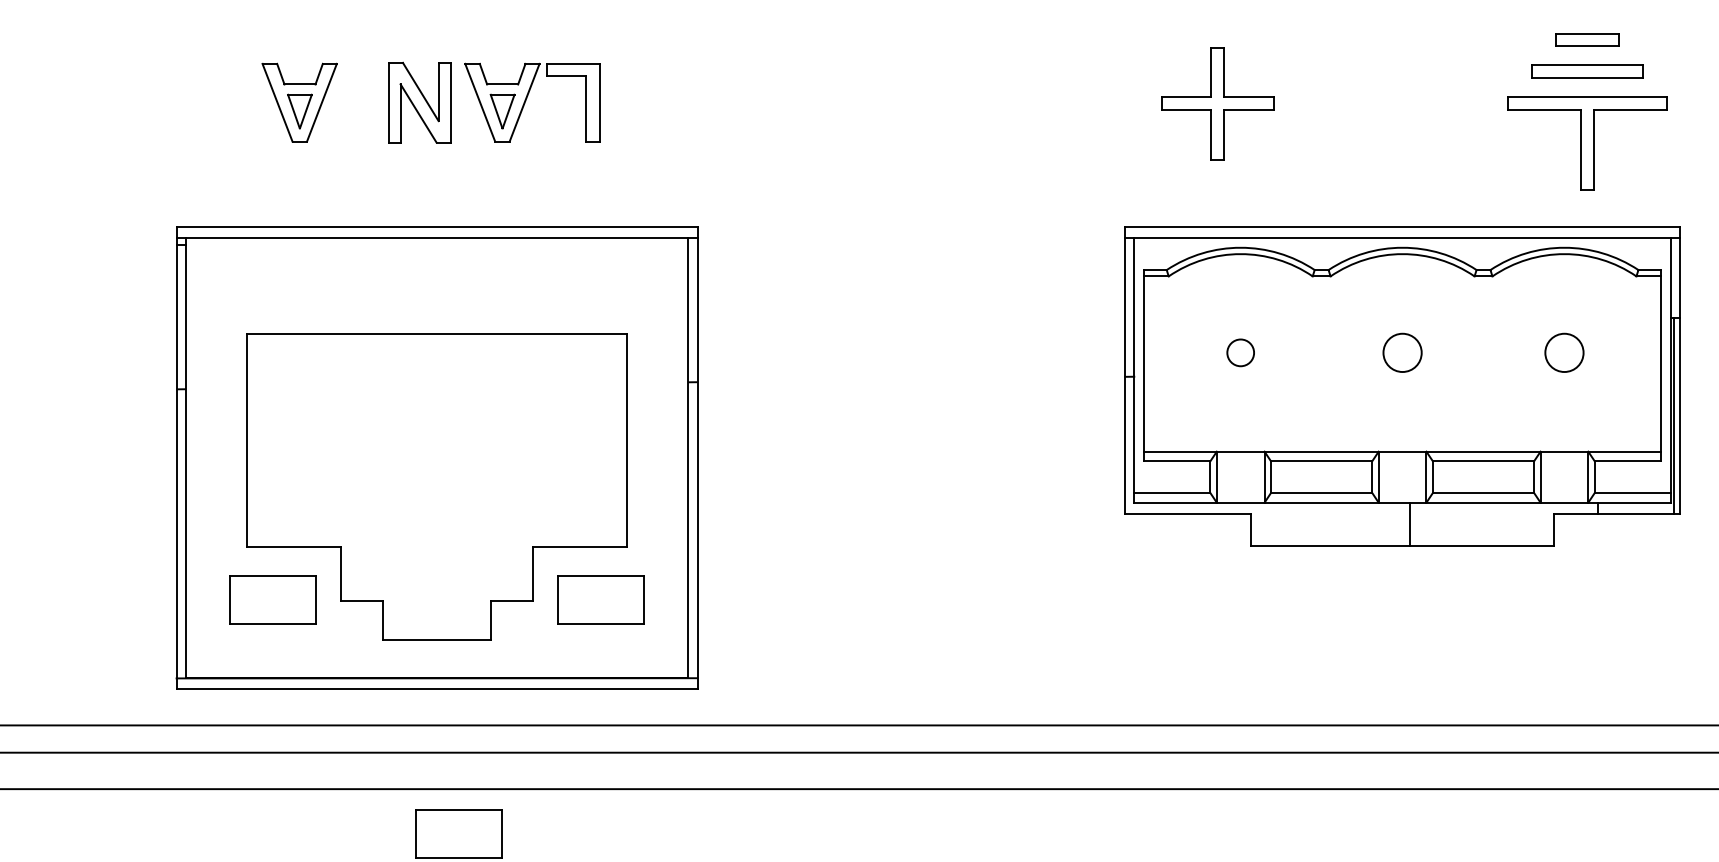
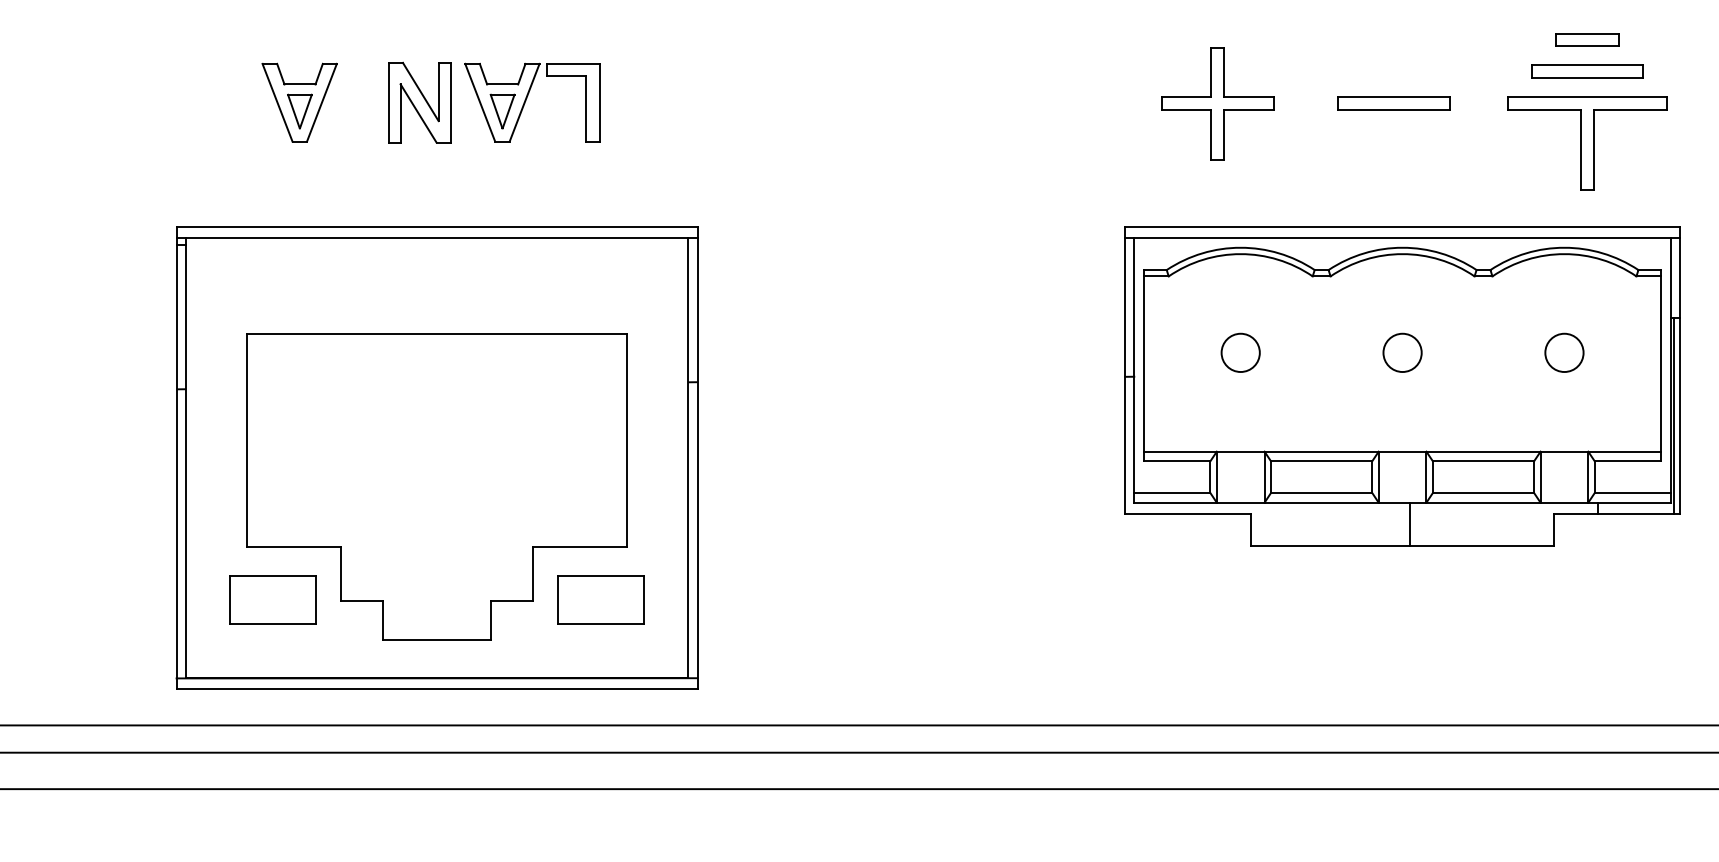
part at (1393, 103): none -> present
circle at (1240, 352) diameter: 27 px -> 38 px
part at (458, 833): present -> none
